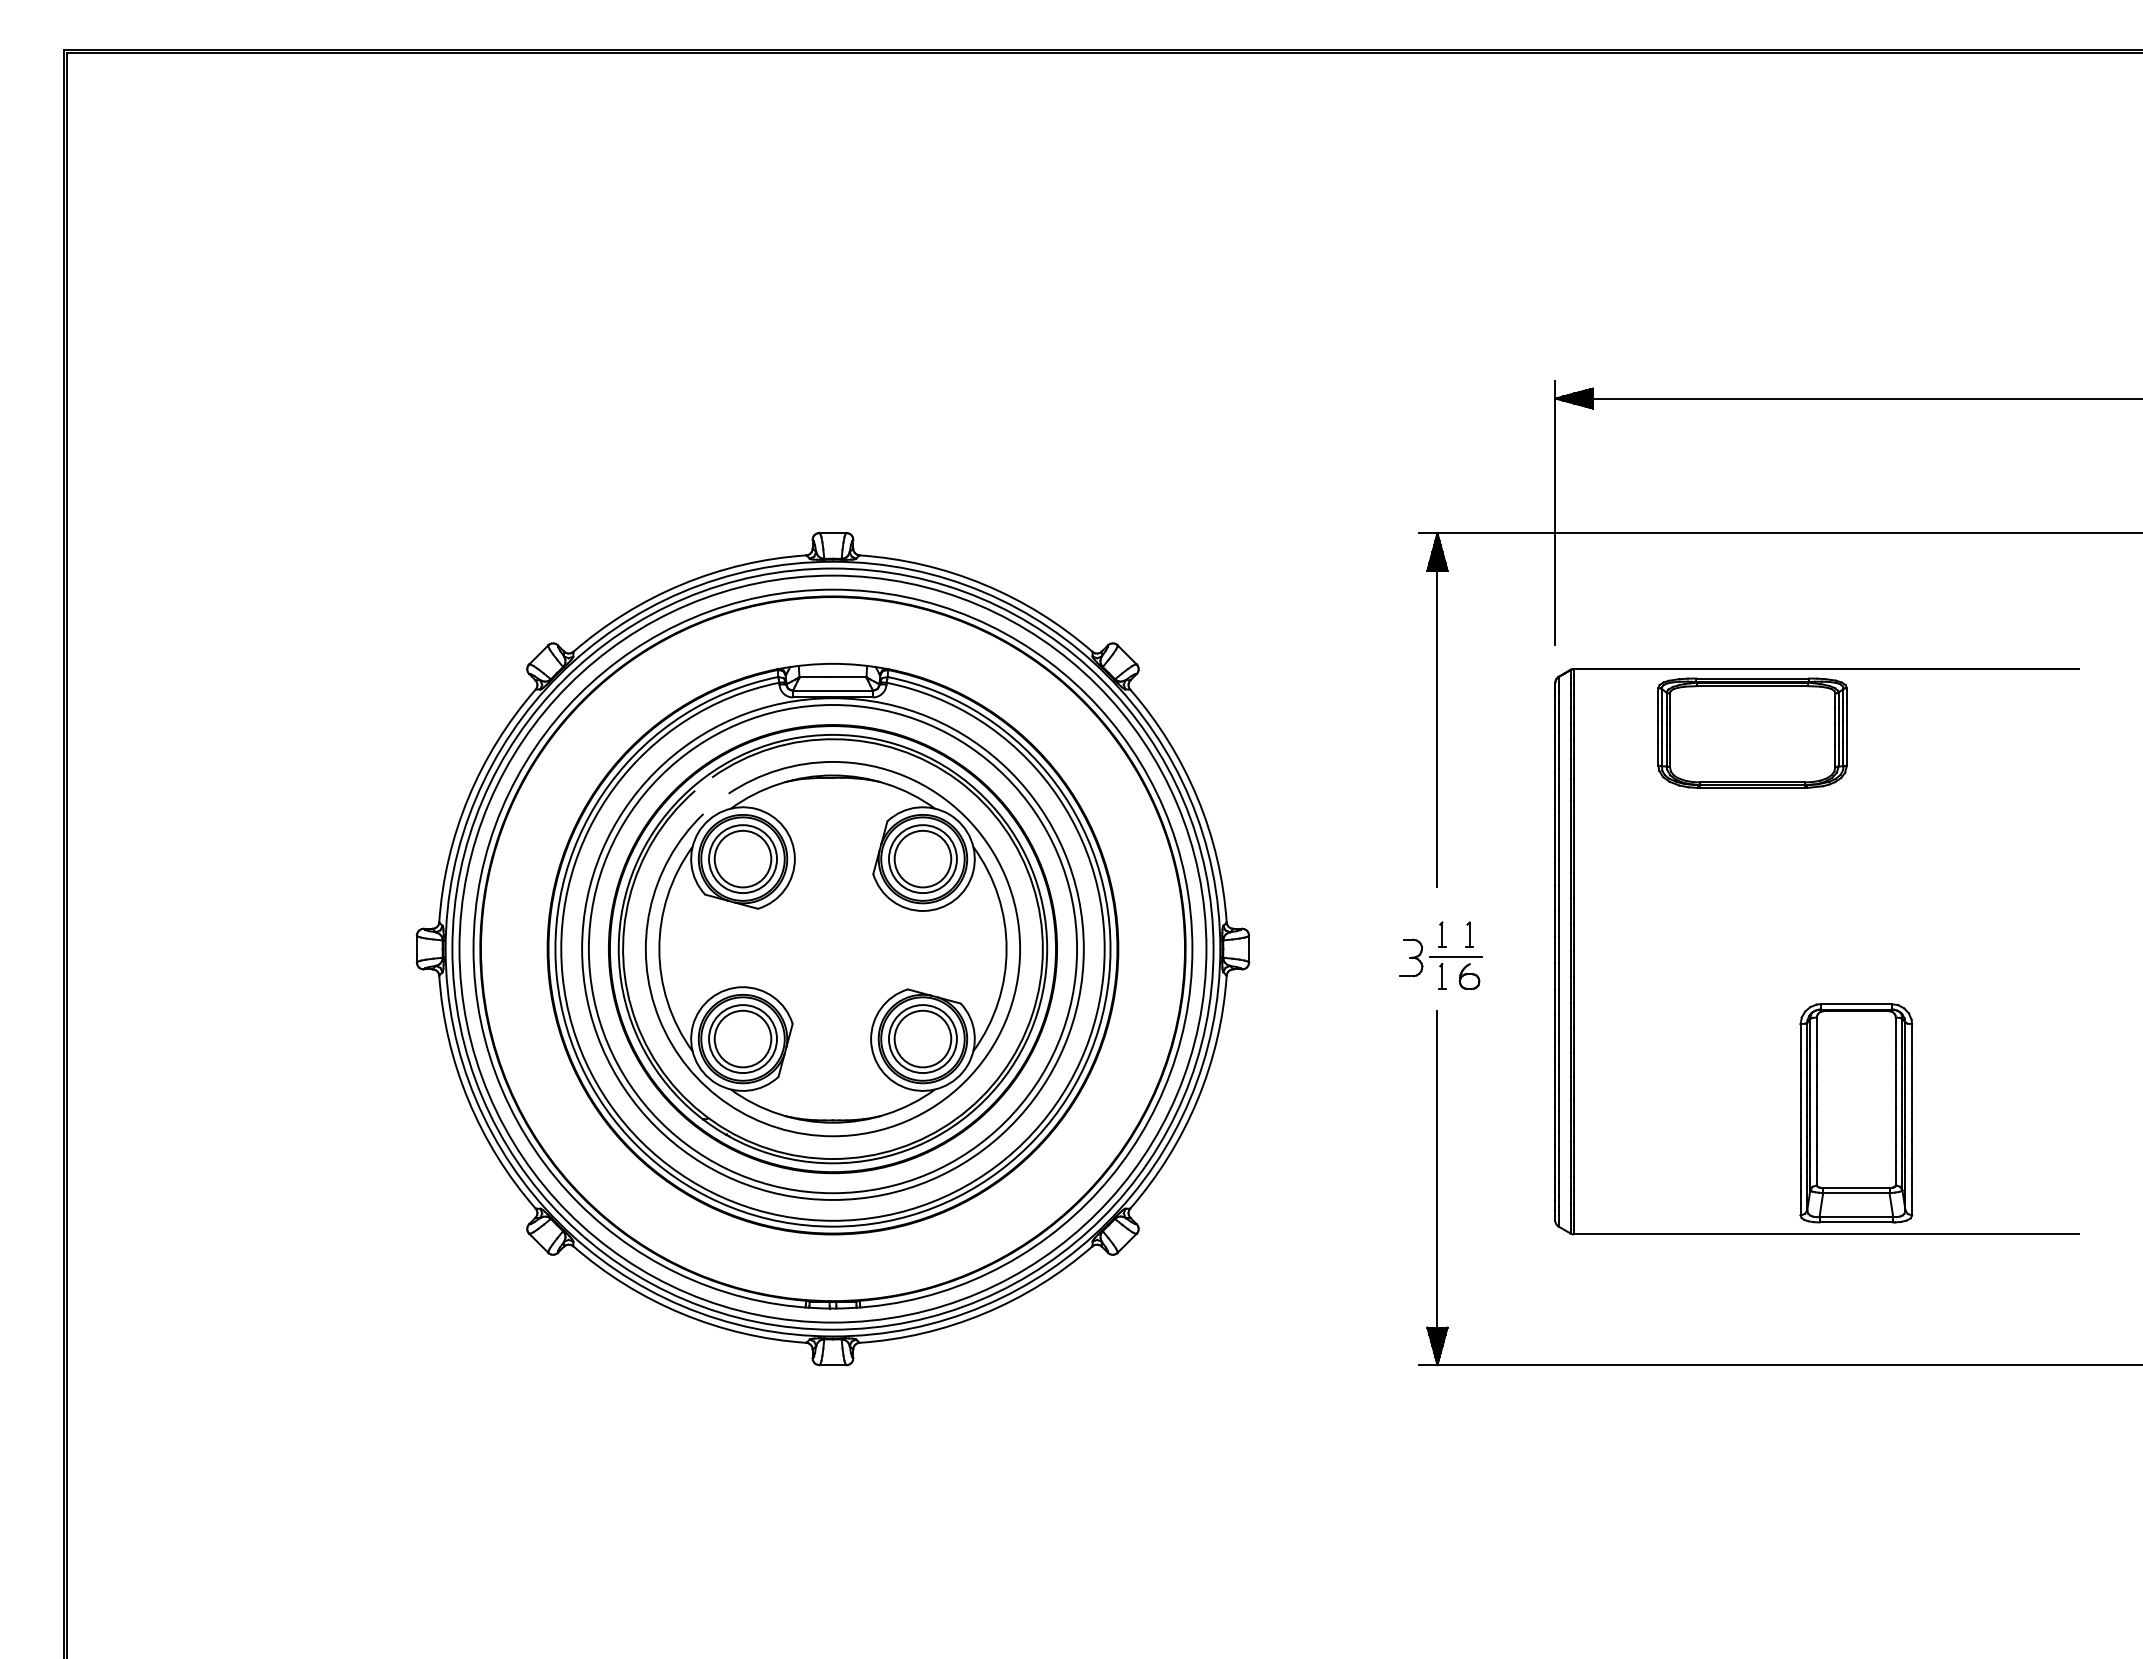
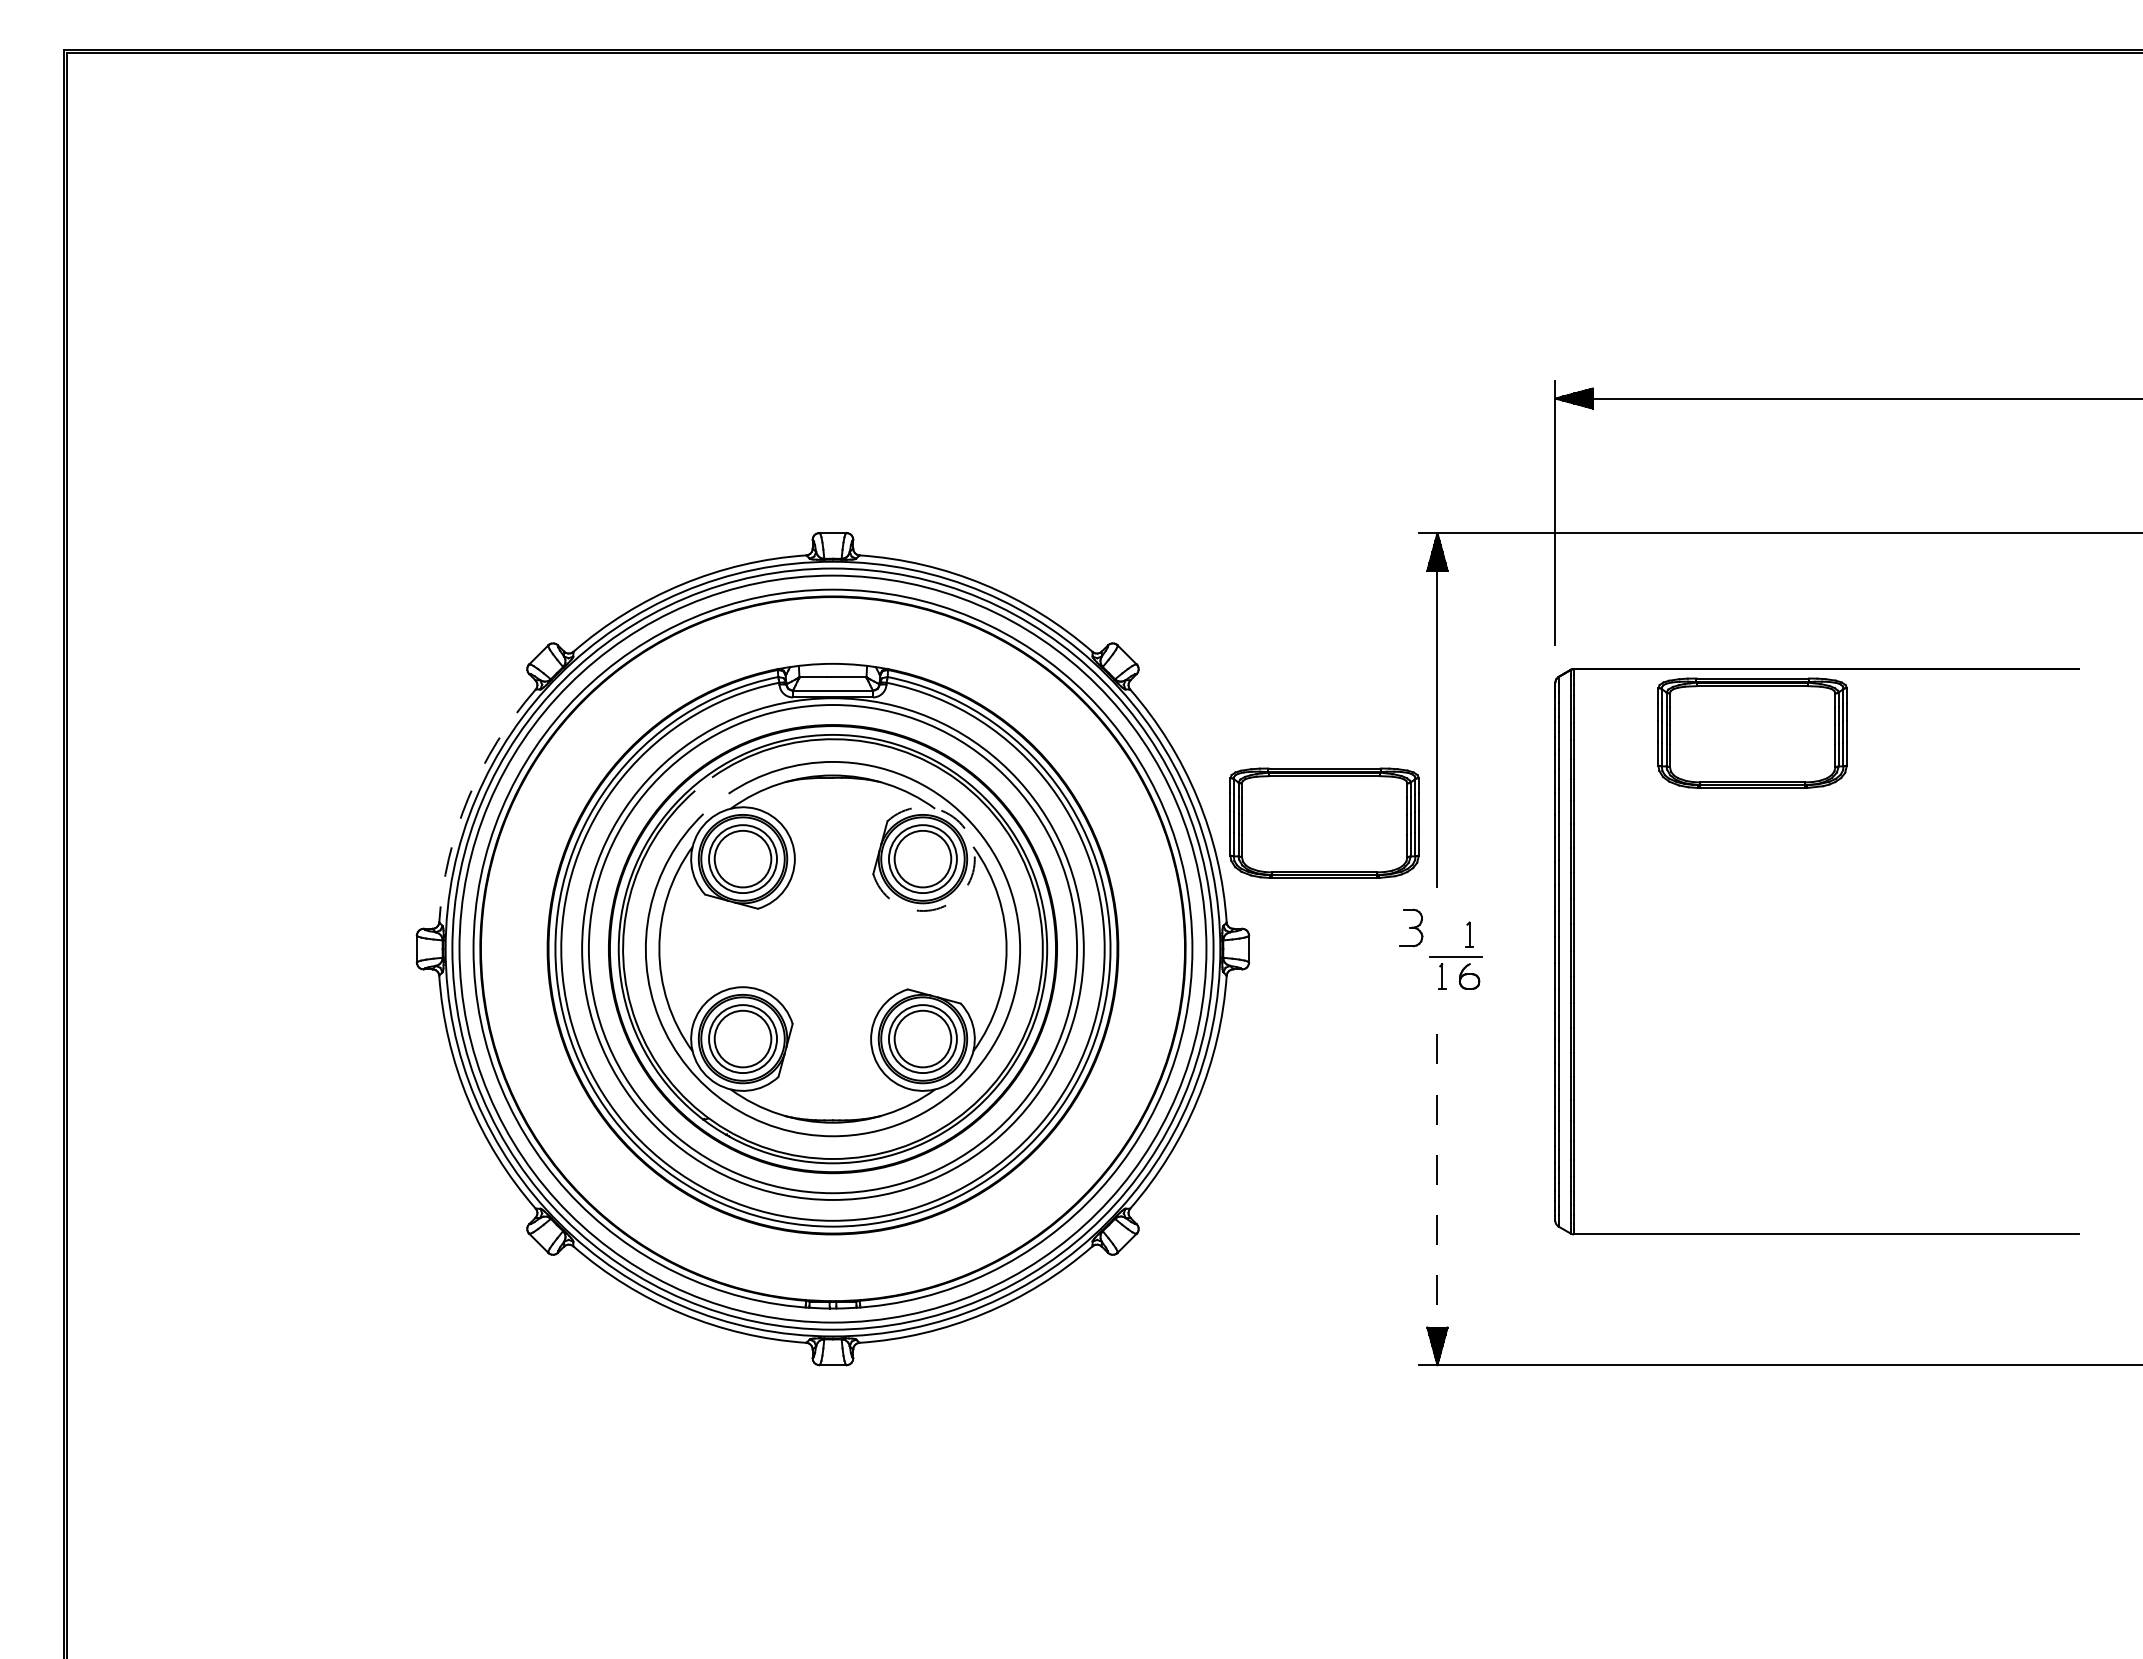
arc at (468, 798): solid -> dashed
part at (1324, 822): none -> present
arc at (973, 872): solid -> dashed
part at (1442, 934): present -> none
part at (1411, 957) position: (1411, 957) -> (1411, 927)
part at (1856, 1113): present -> none
line at (1437, 1187): solid -> dashed
